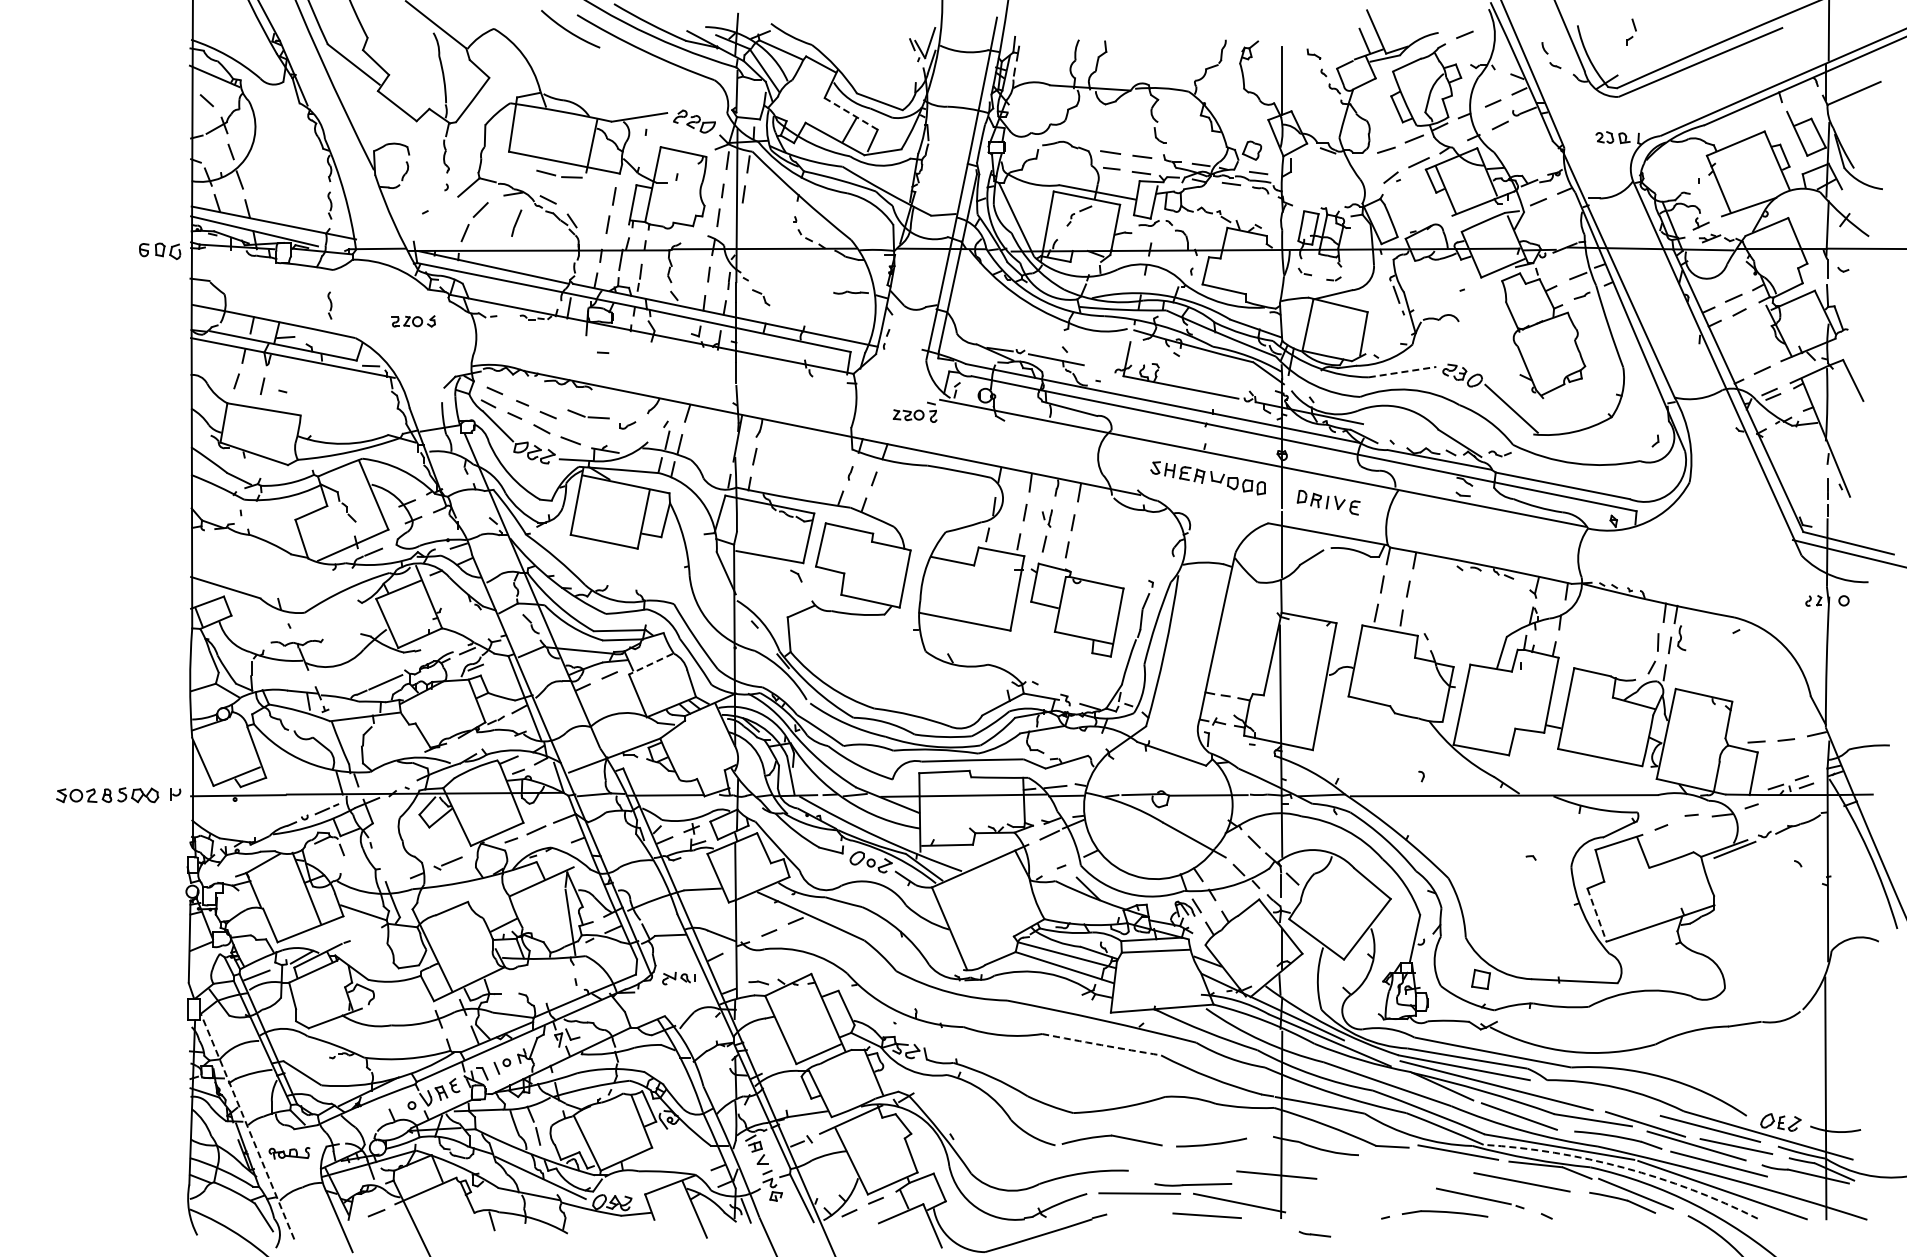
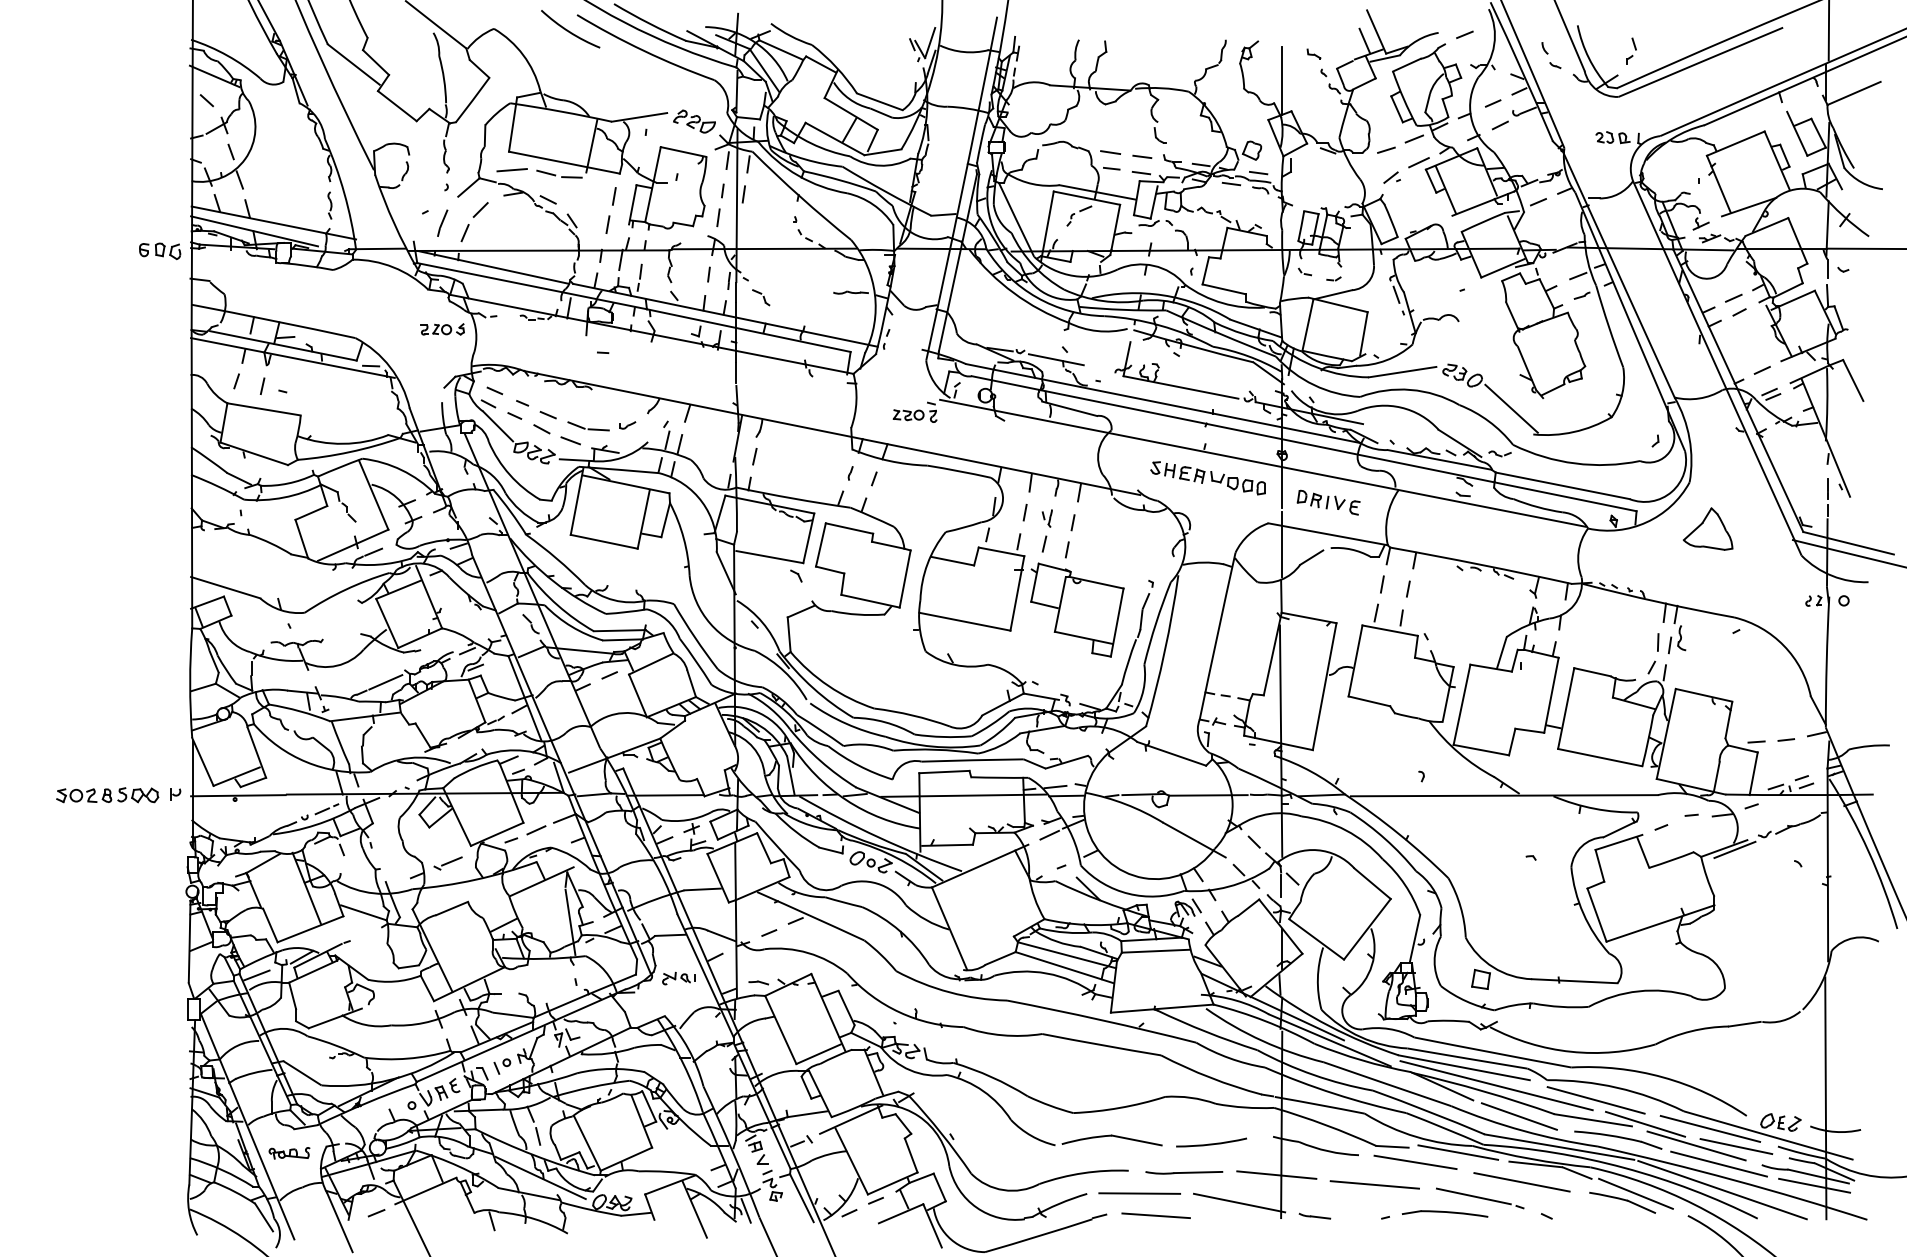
part at (1631, 31) position: (1631, 31) -> (1631, 50)
line at (851, 113): dashed -> solid
line at (511, 170): none -> present
line at (516, 222) position: (516, 222) -> (442, 222)
part at (329, 305): present -> none
part at (413, 321) position: (413, 321) -> (442, 329)
line at (1403, 372): dashed -> solid
part at (588, 414) position: (588, 414) -> (588, 426)
part at (1708, 528): none -> present
line at (650, 664): dashed -> solid
line at (1597, 915): dashed -> solid
arc at (1101, 1045): dashed -> solid
line at (1595, 1100): none -> present
line at (247, 1126): dashed -> solid
line at (1415, 1161): none -> present
arc at (1624, 1167): dashed -> solid
line at (1193, 1184) position: (1193, 1184) -> (1184, 1172)
line at (1374, 1184): none -> present
line at (1814, 1185): none -> present
line at (1206, 1215) position: (1206, 1215) -> (1155, 1215)
part at (1314, 1233) position: (1314, 1233) -> (1314, 1215)
